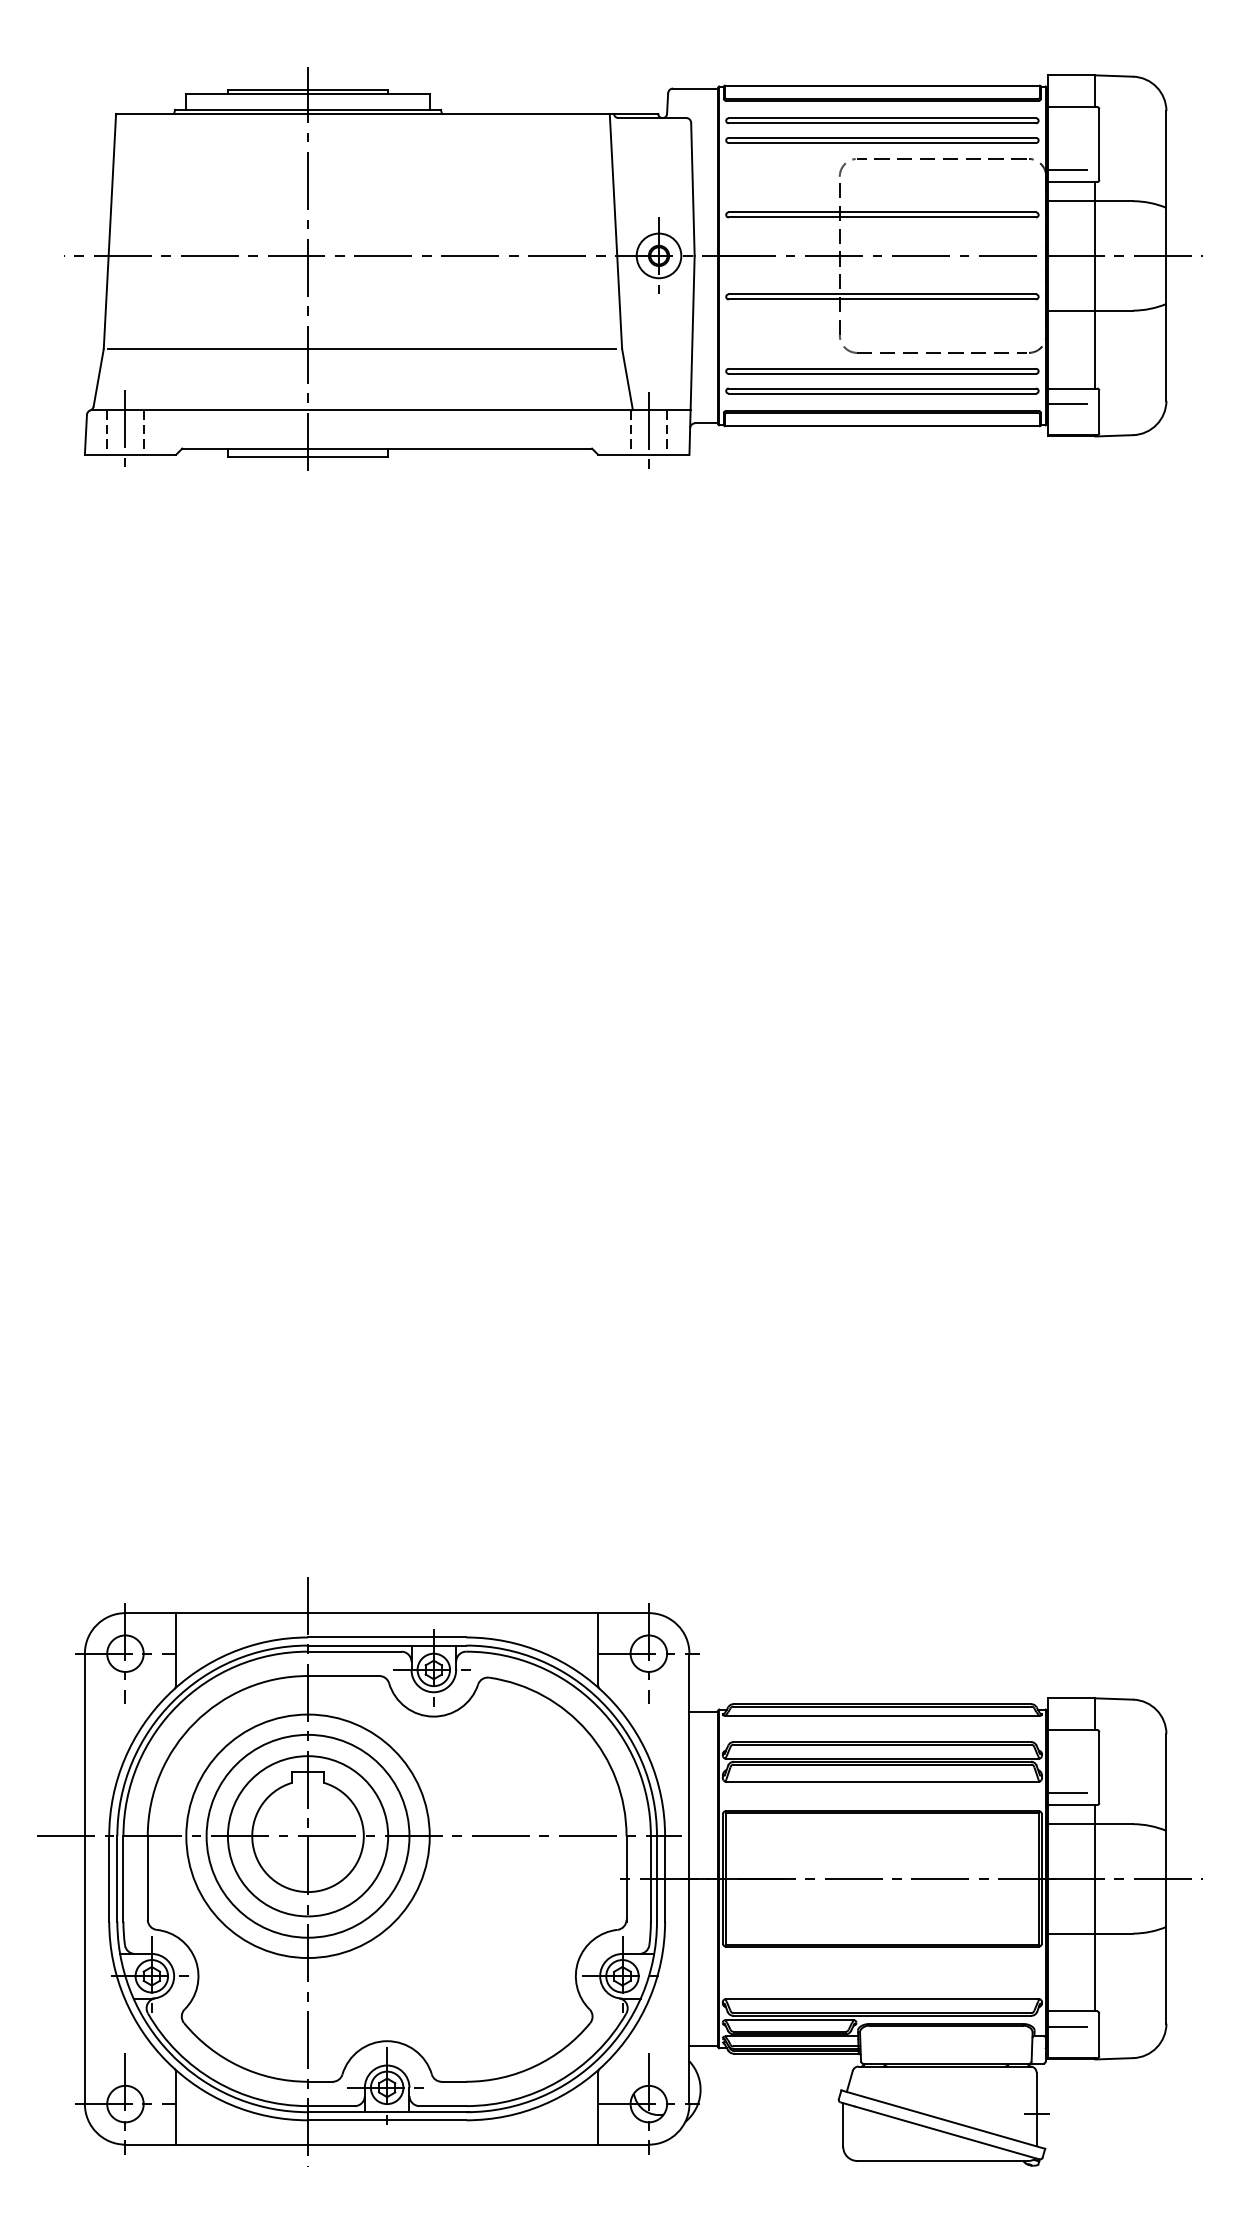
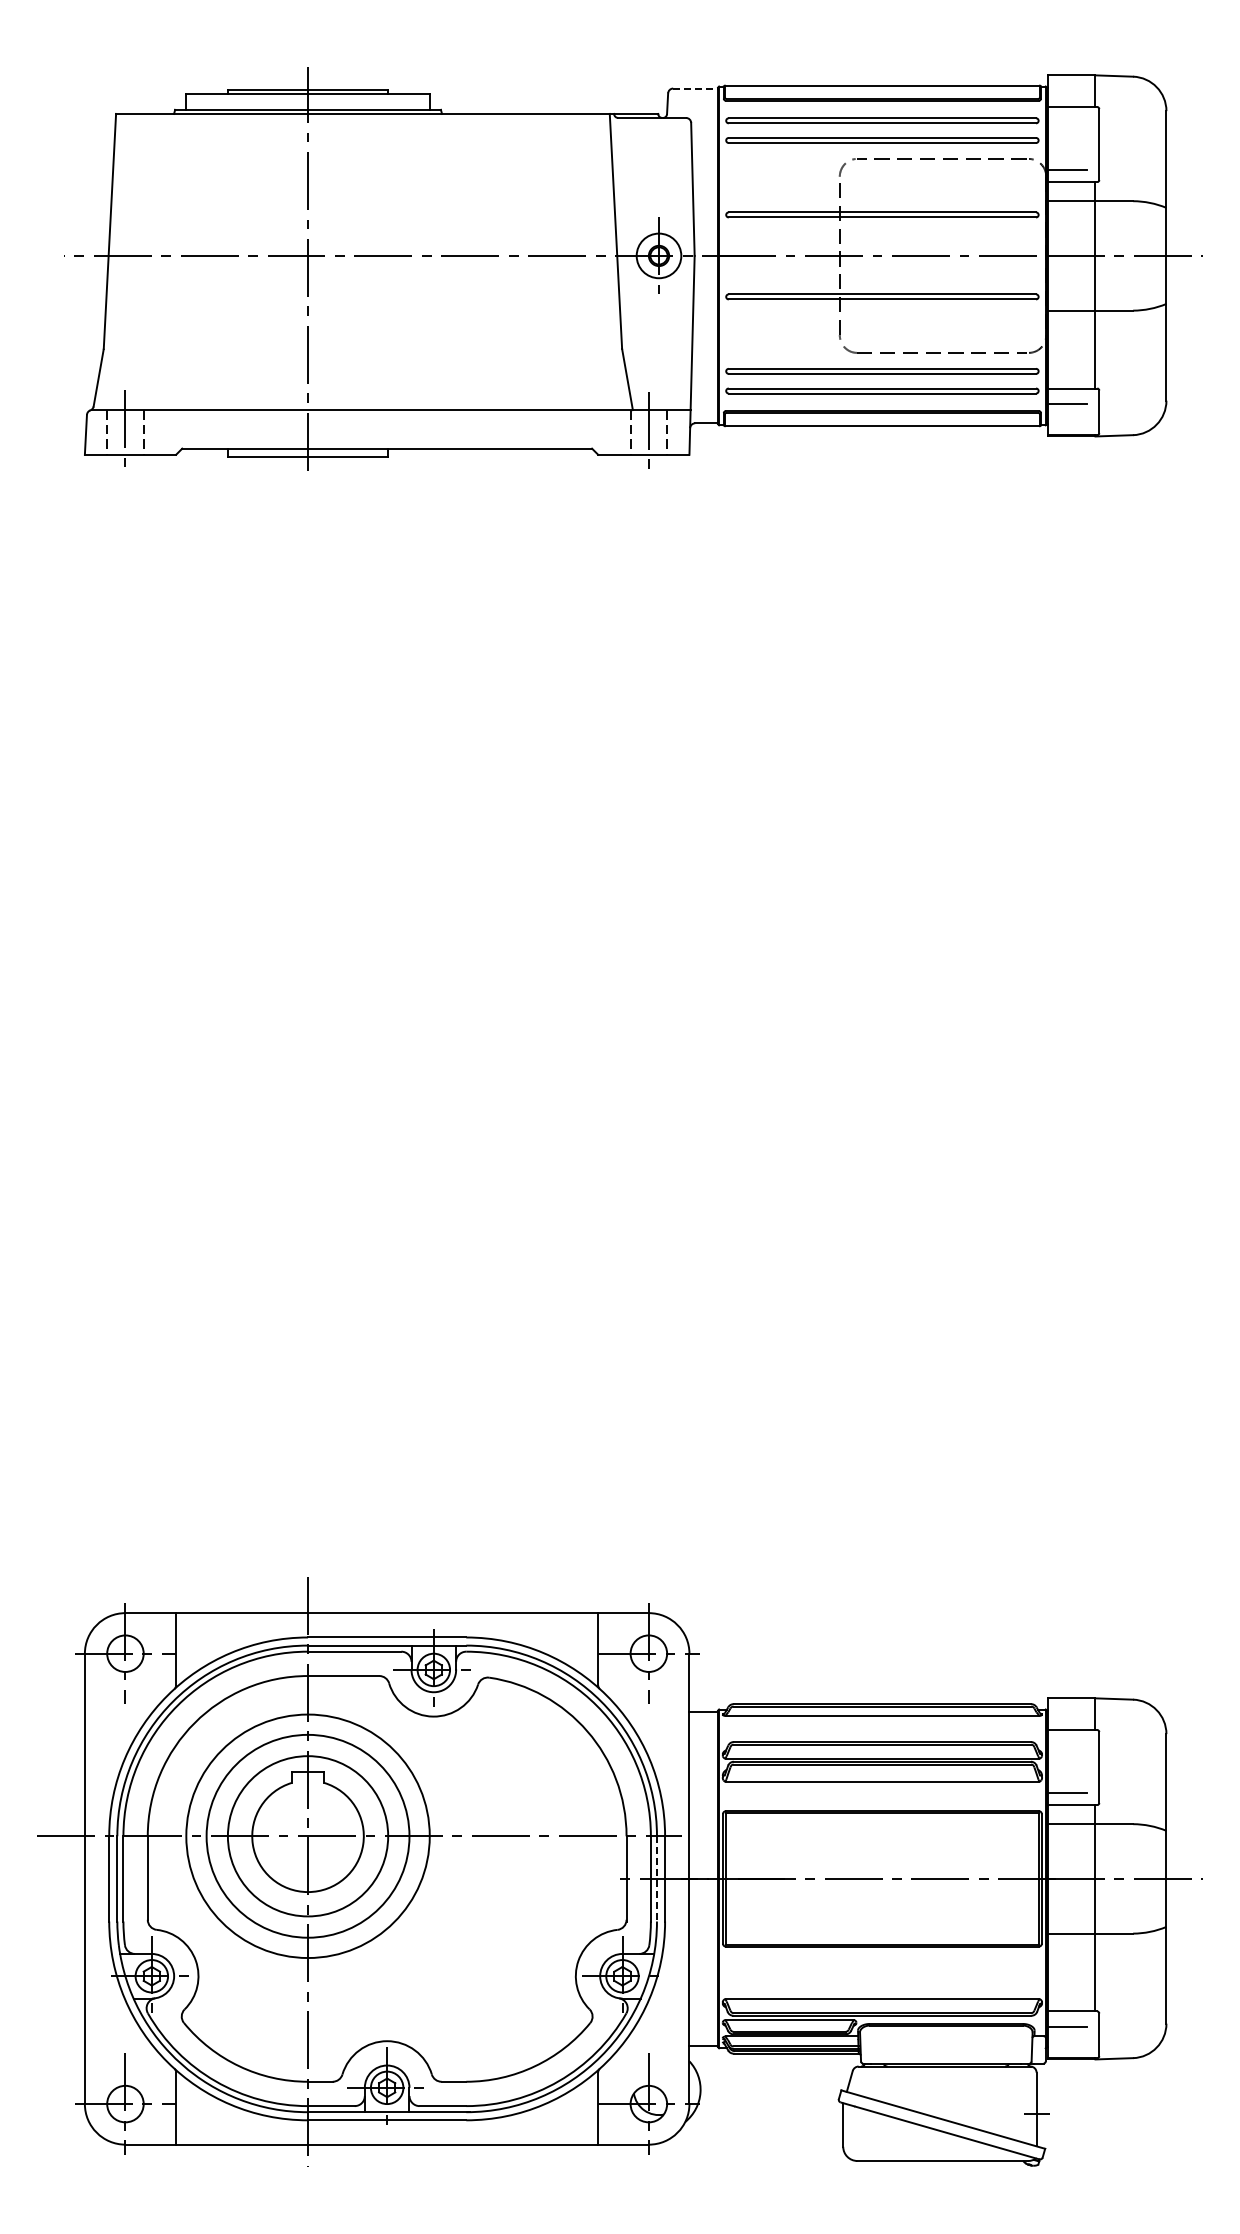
line at (695, 88): solid -> dashed
line at (361, 348): present -> none
line at (656, 1878): solid -> dashed
